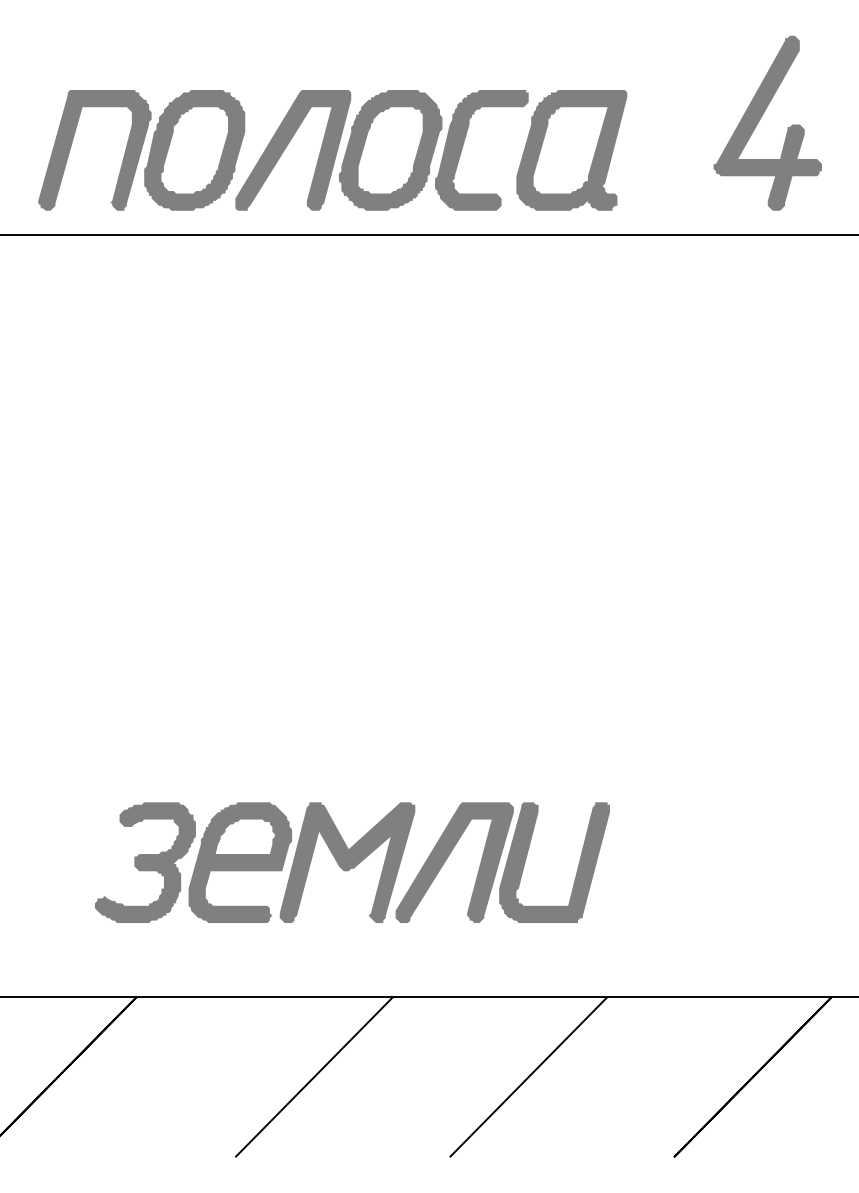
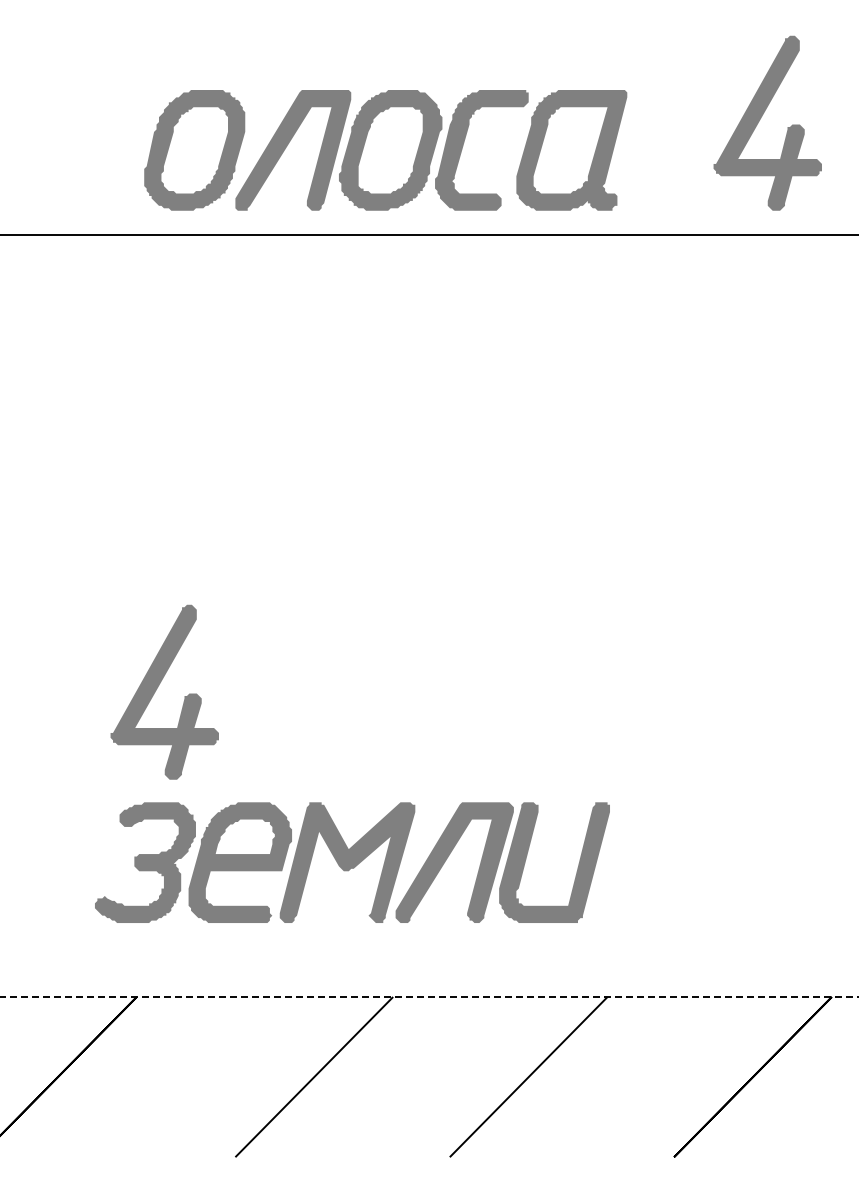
fill at (94, 150): present -> none
part at (157, 688): none -> present
line at (429, 997): solid -> dashed
